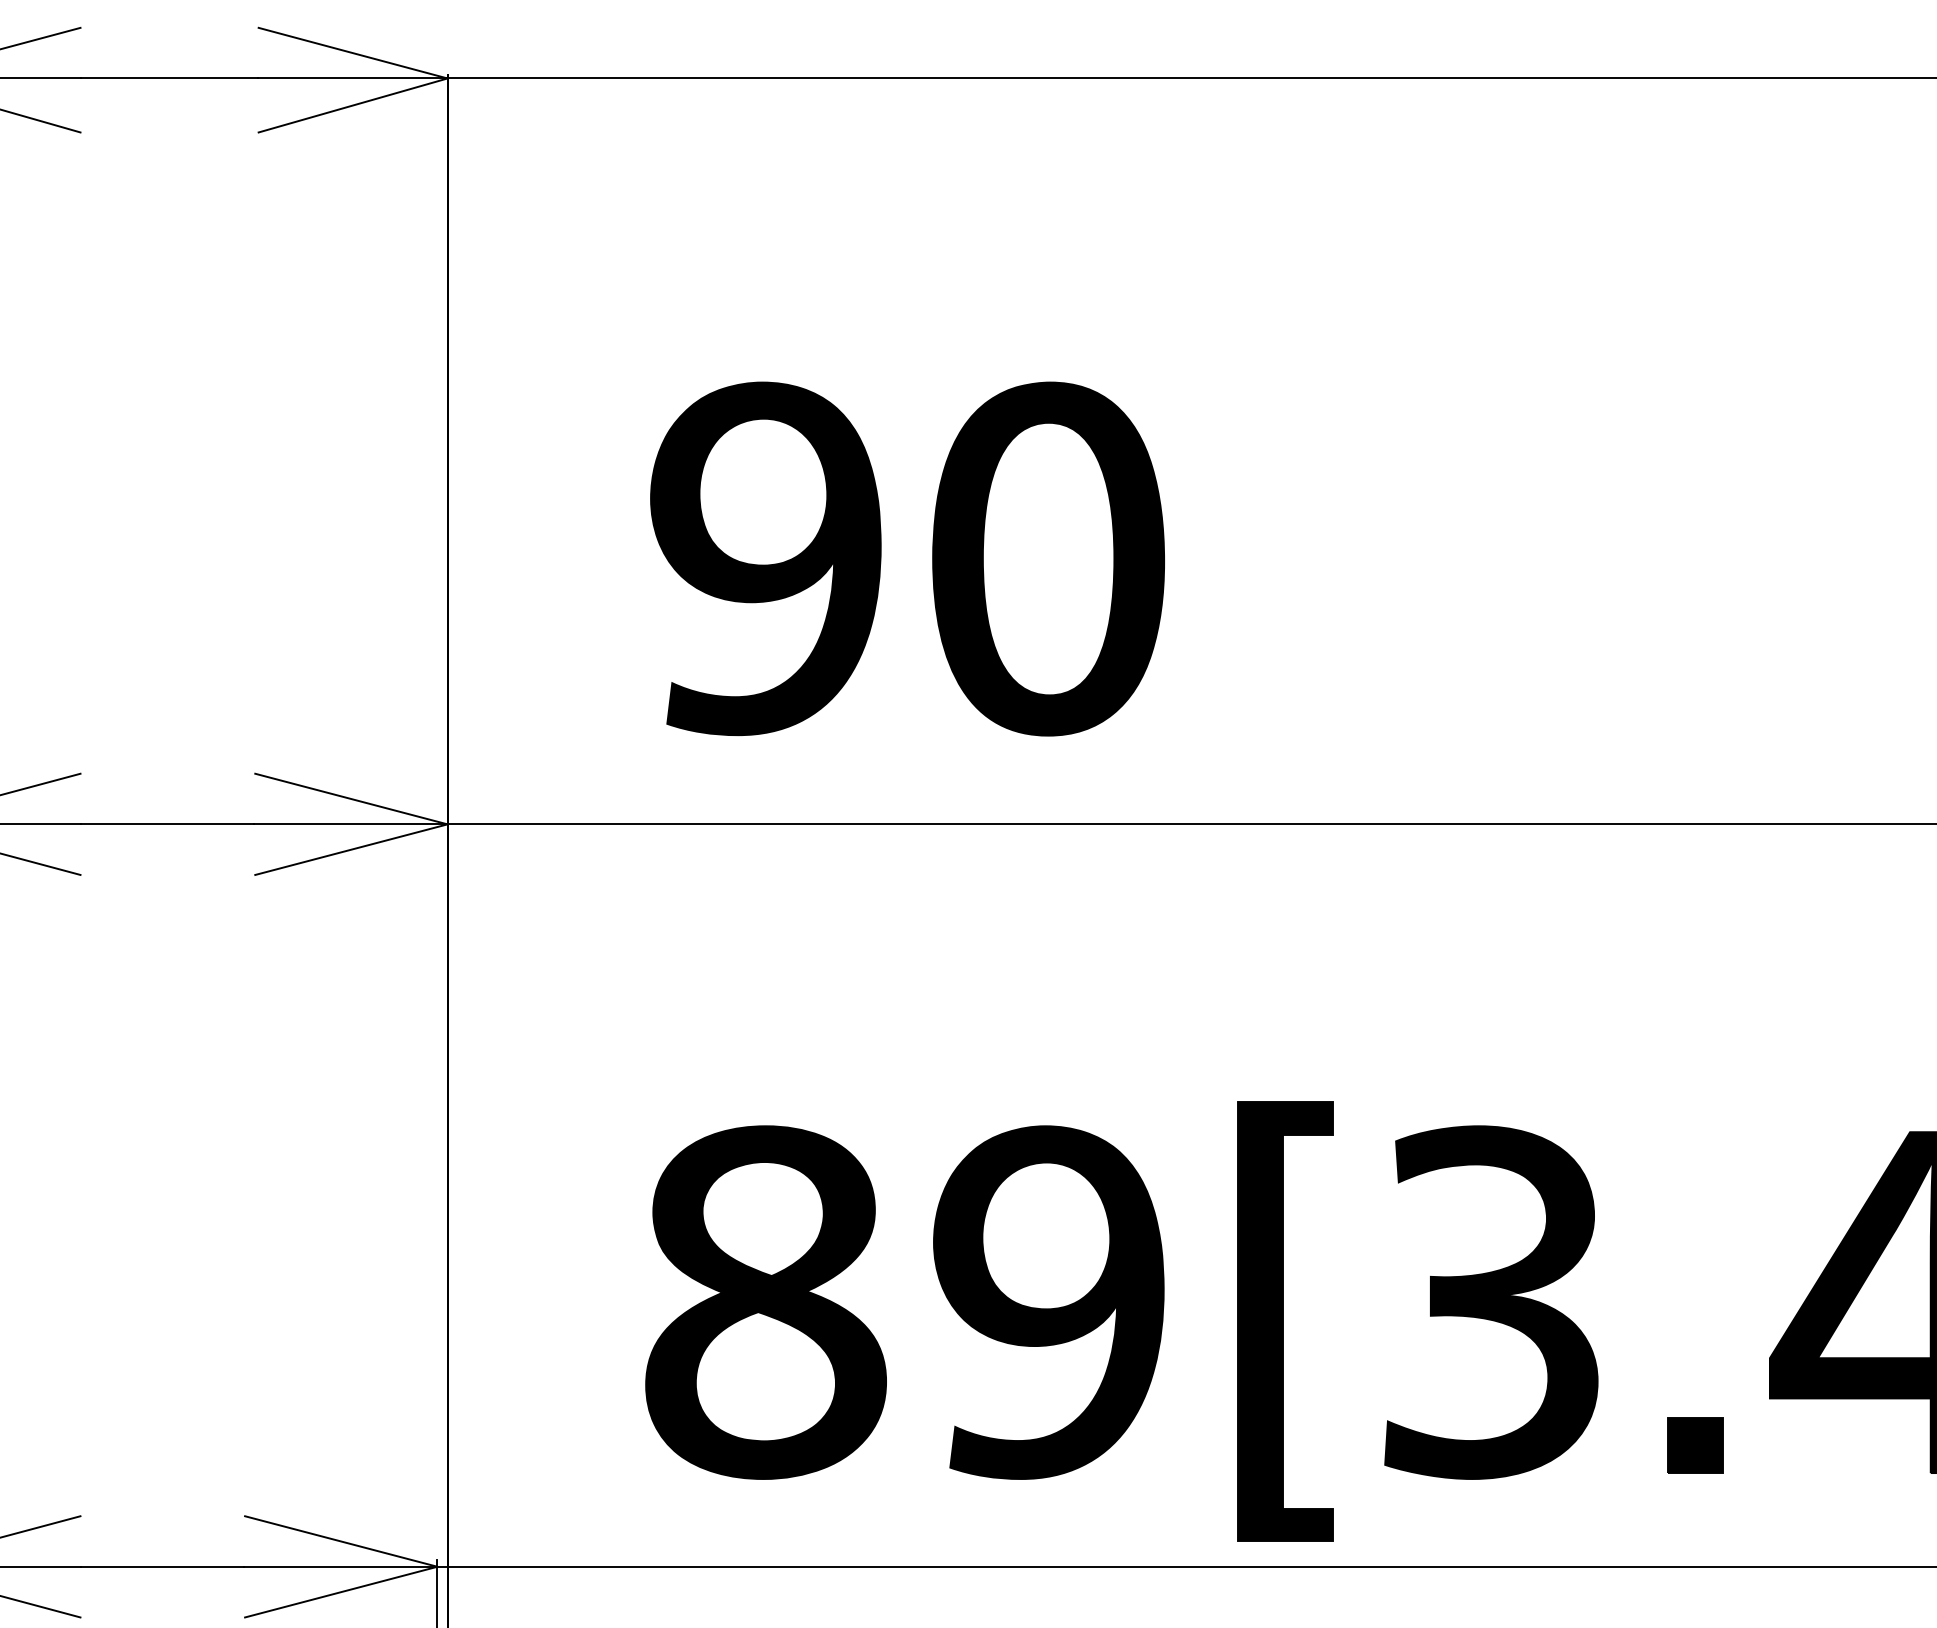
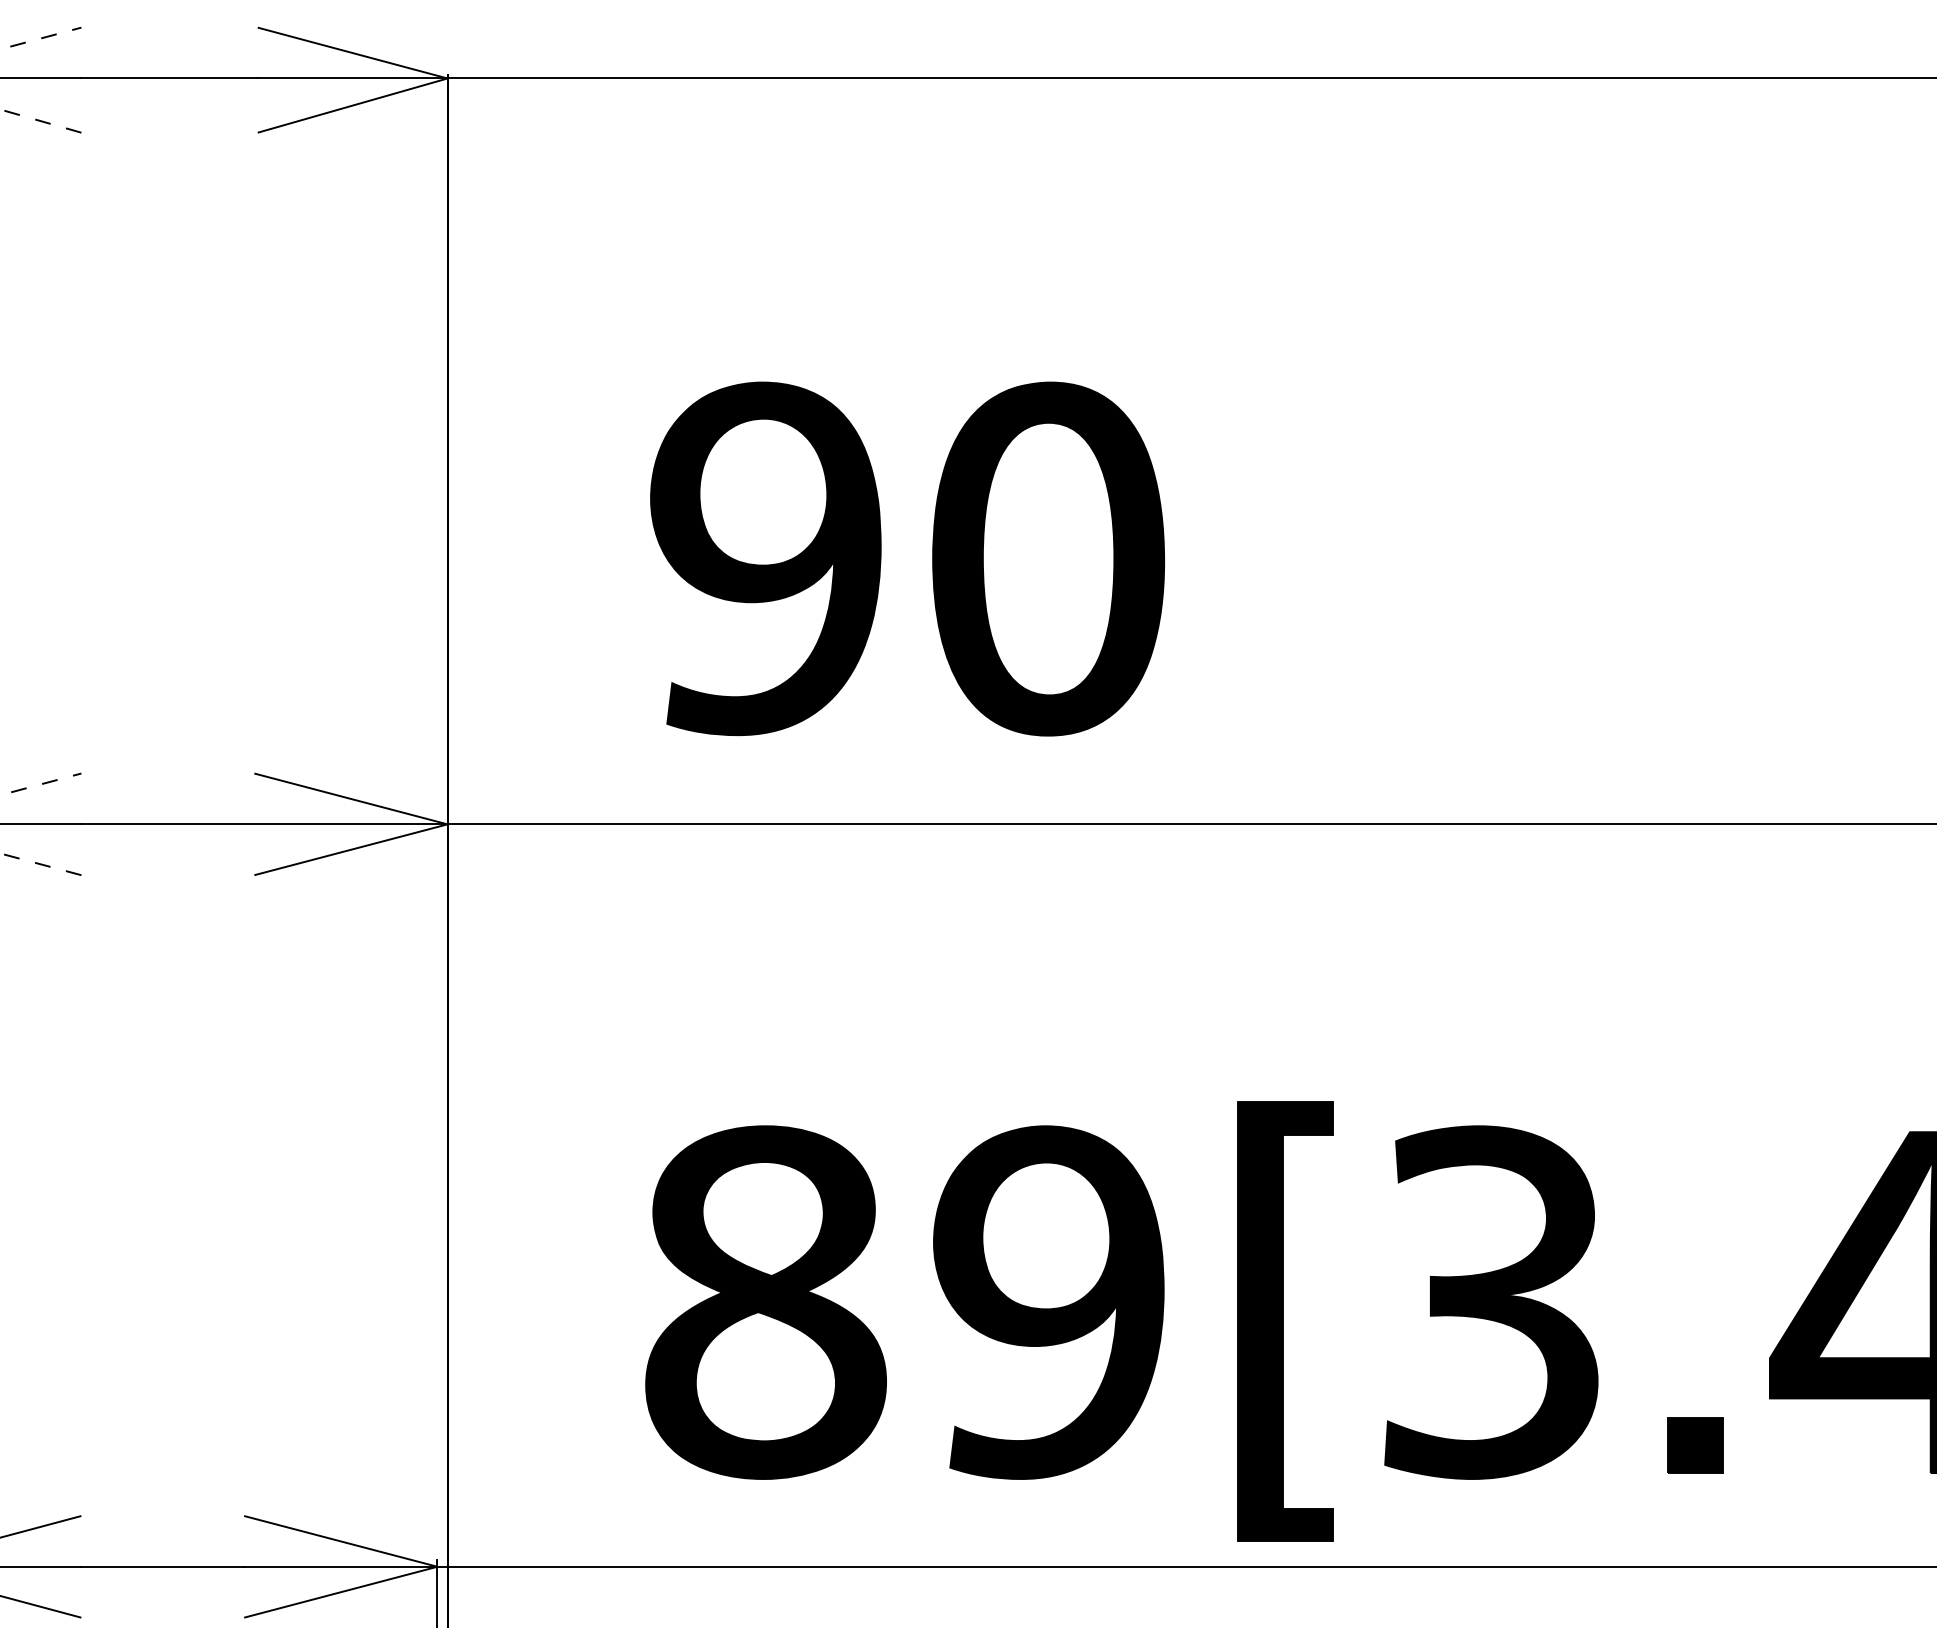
line at (0, 49): solid -> dashed
line at (0, 795): solid -> dashed
